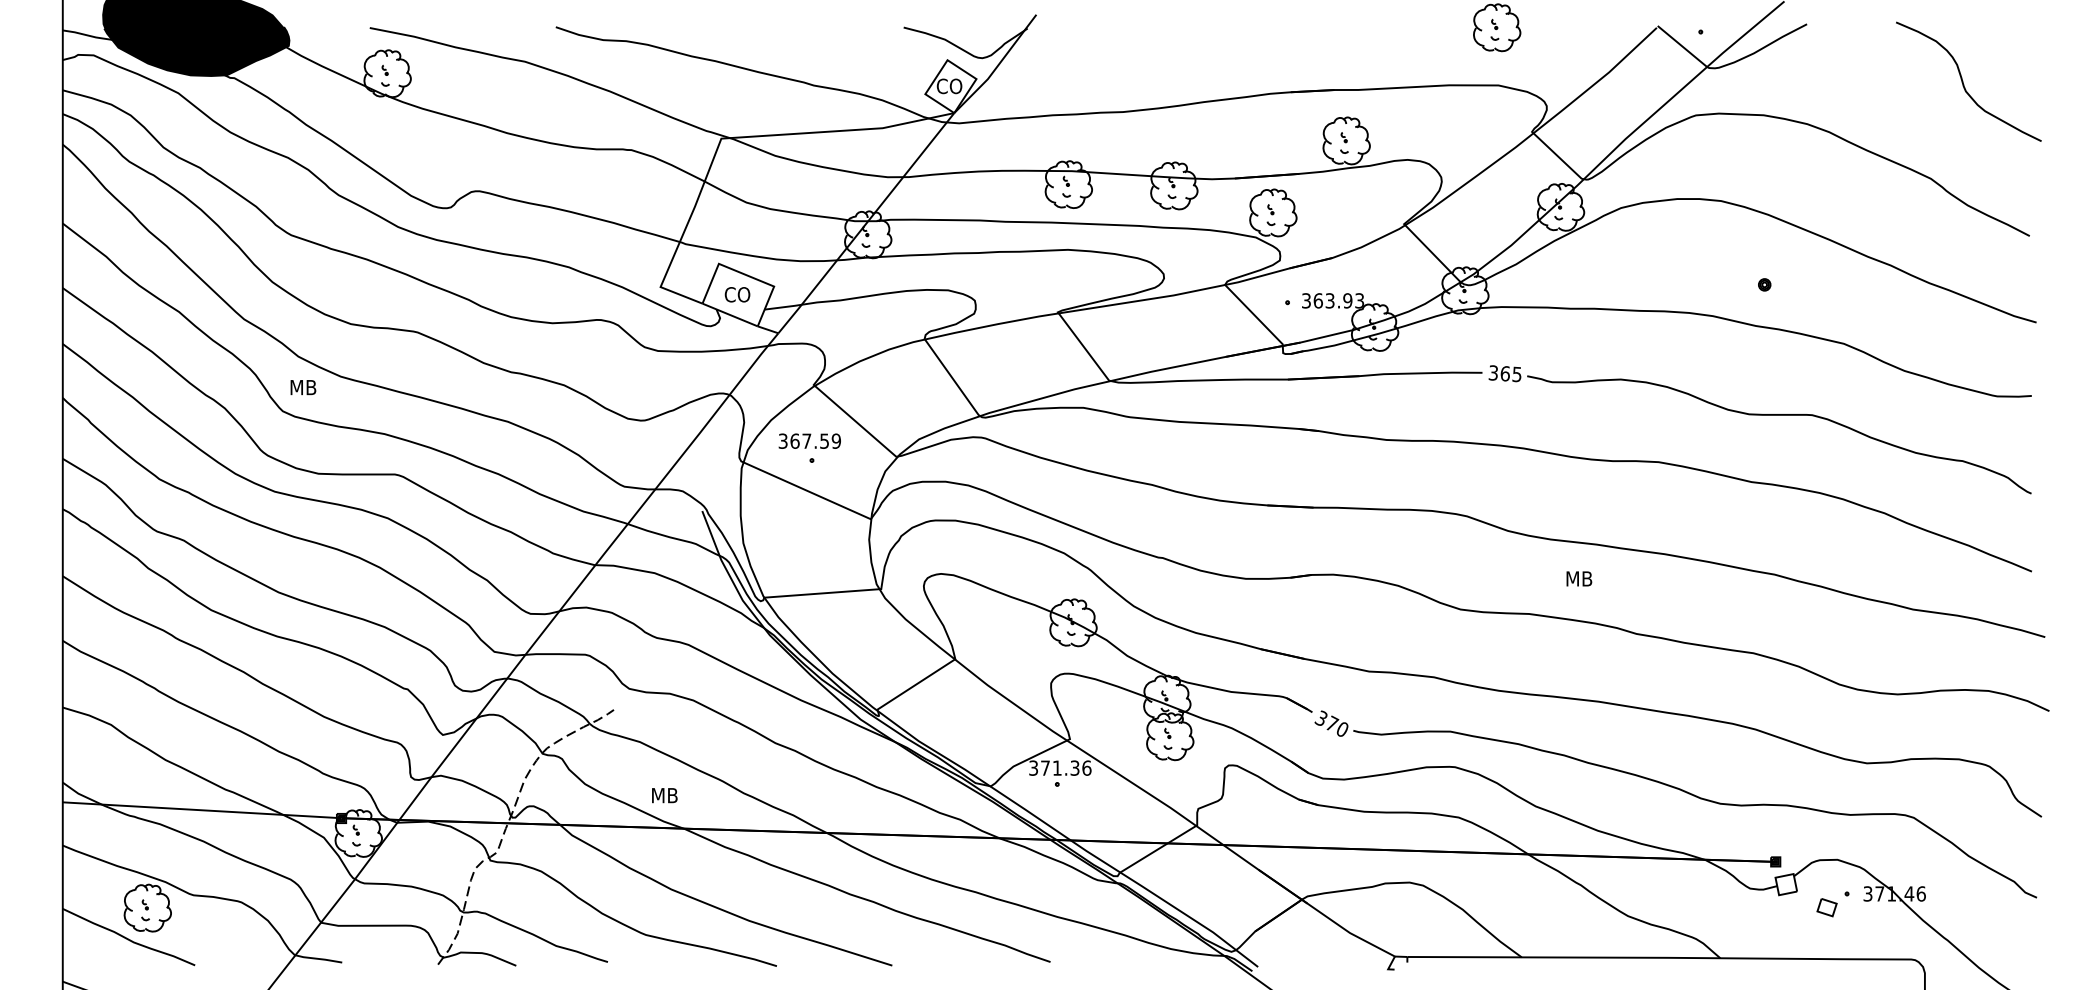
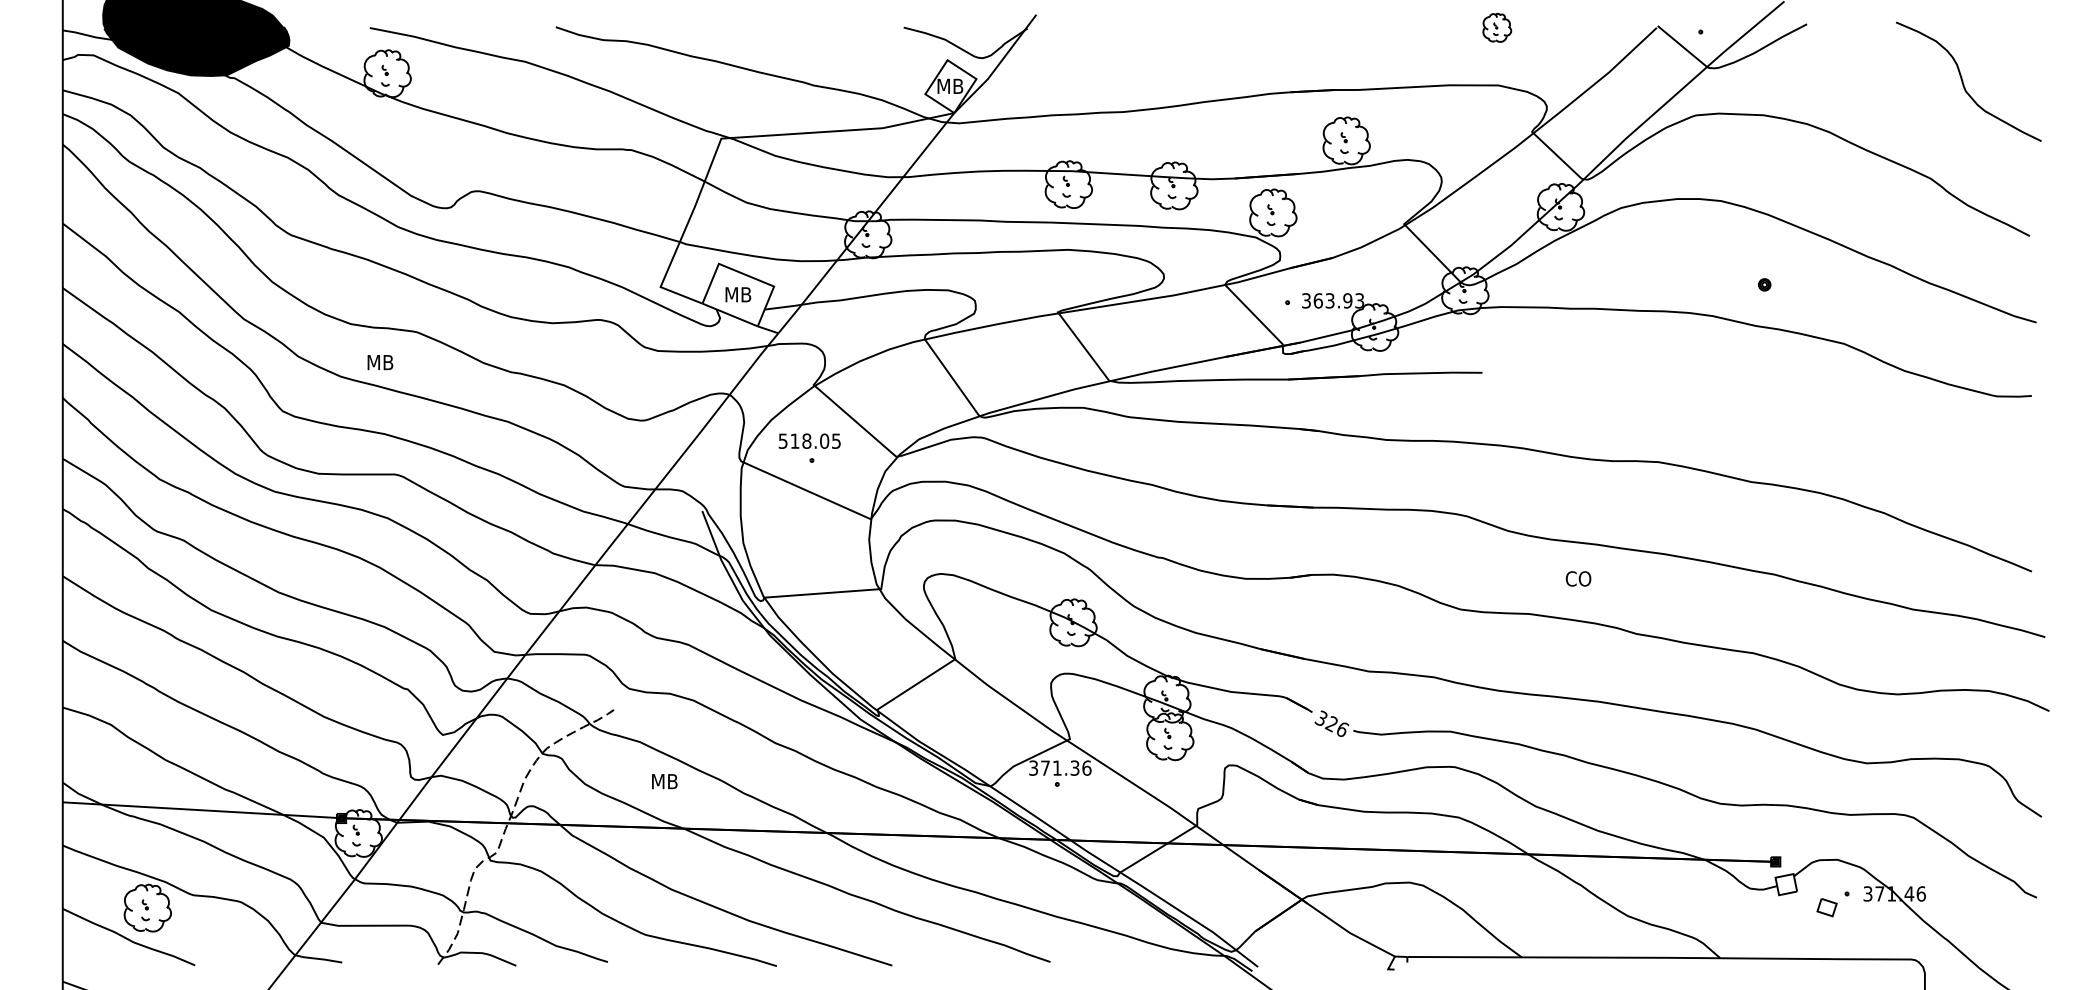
part at (1497, 27) size: 49x50 px -> 31x31 px
text at (949, 86): CO -> MB
text at (737, 294): CO -> MB
text at (303, 387) position: (303, 387) -> (380, 362)
part at (1759, 415): present -> none
text at (809, 440): 367.59 -> 518.05
text at (1578, 578): MB -> CO
text at (1336, 725): 370 -> 326
text at (664, 795) position: (664, 795) -> (664, 781)
